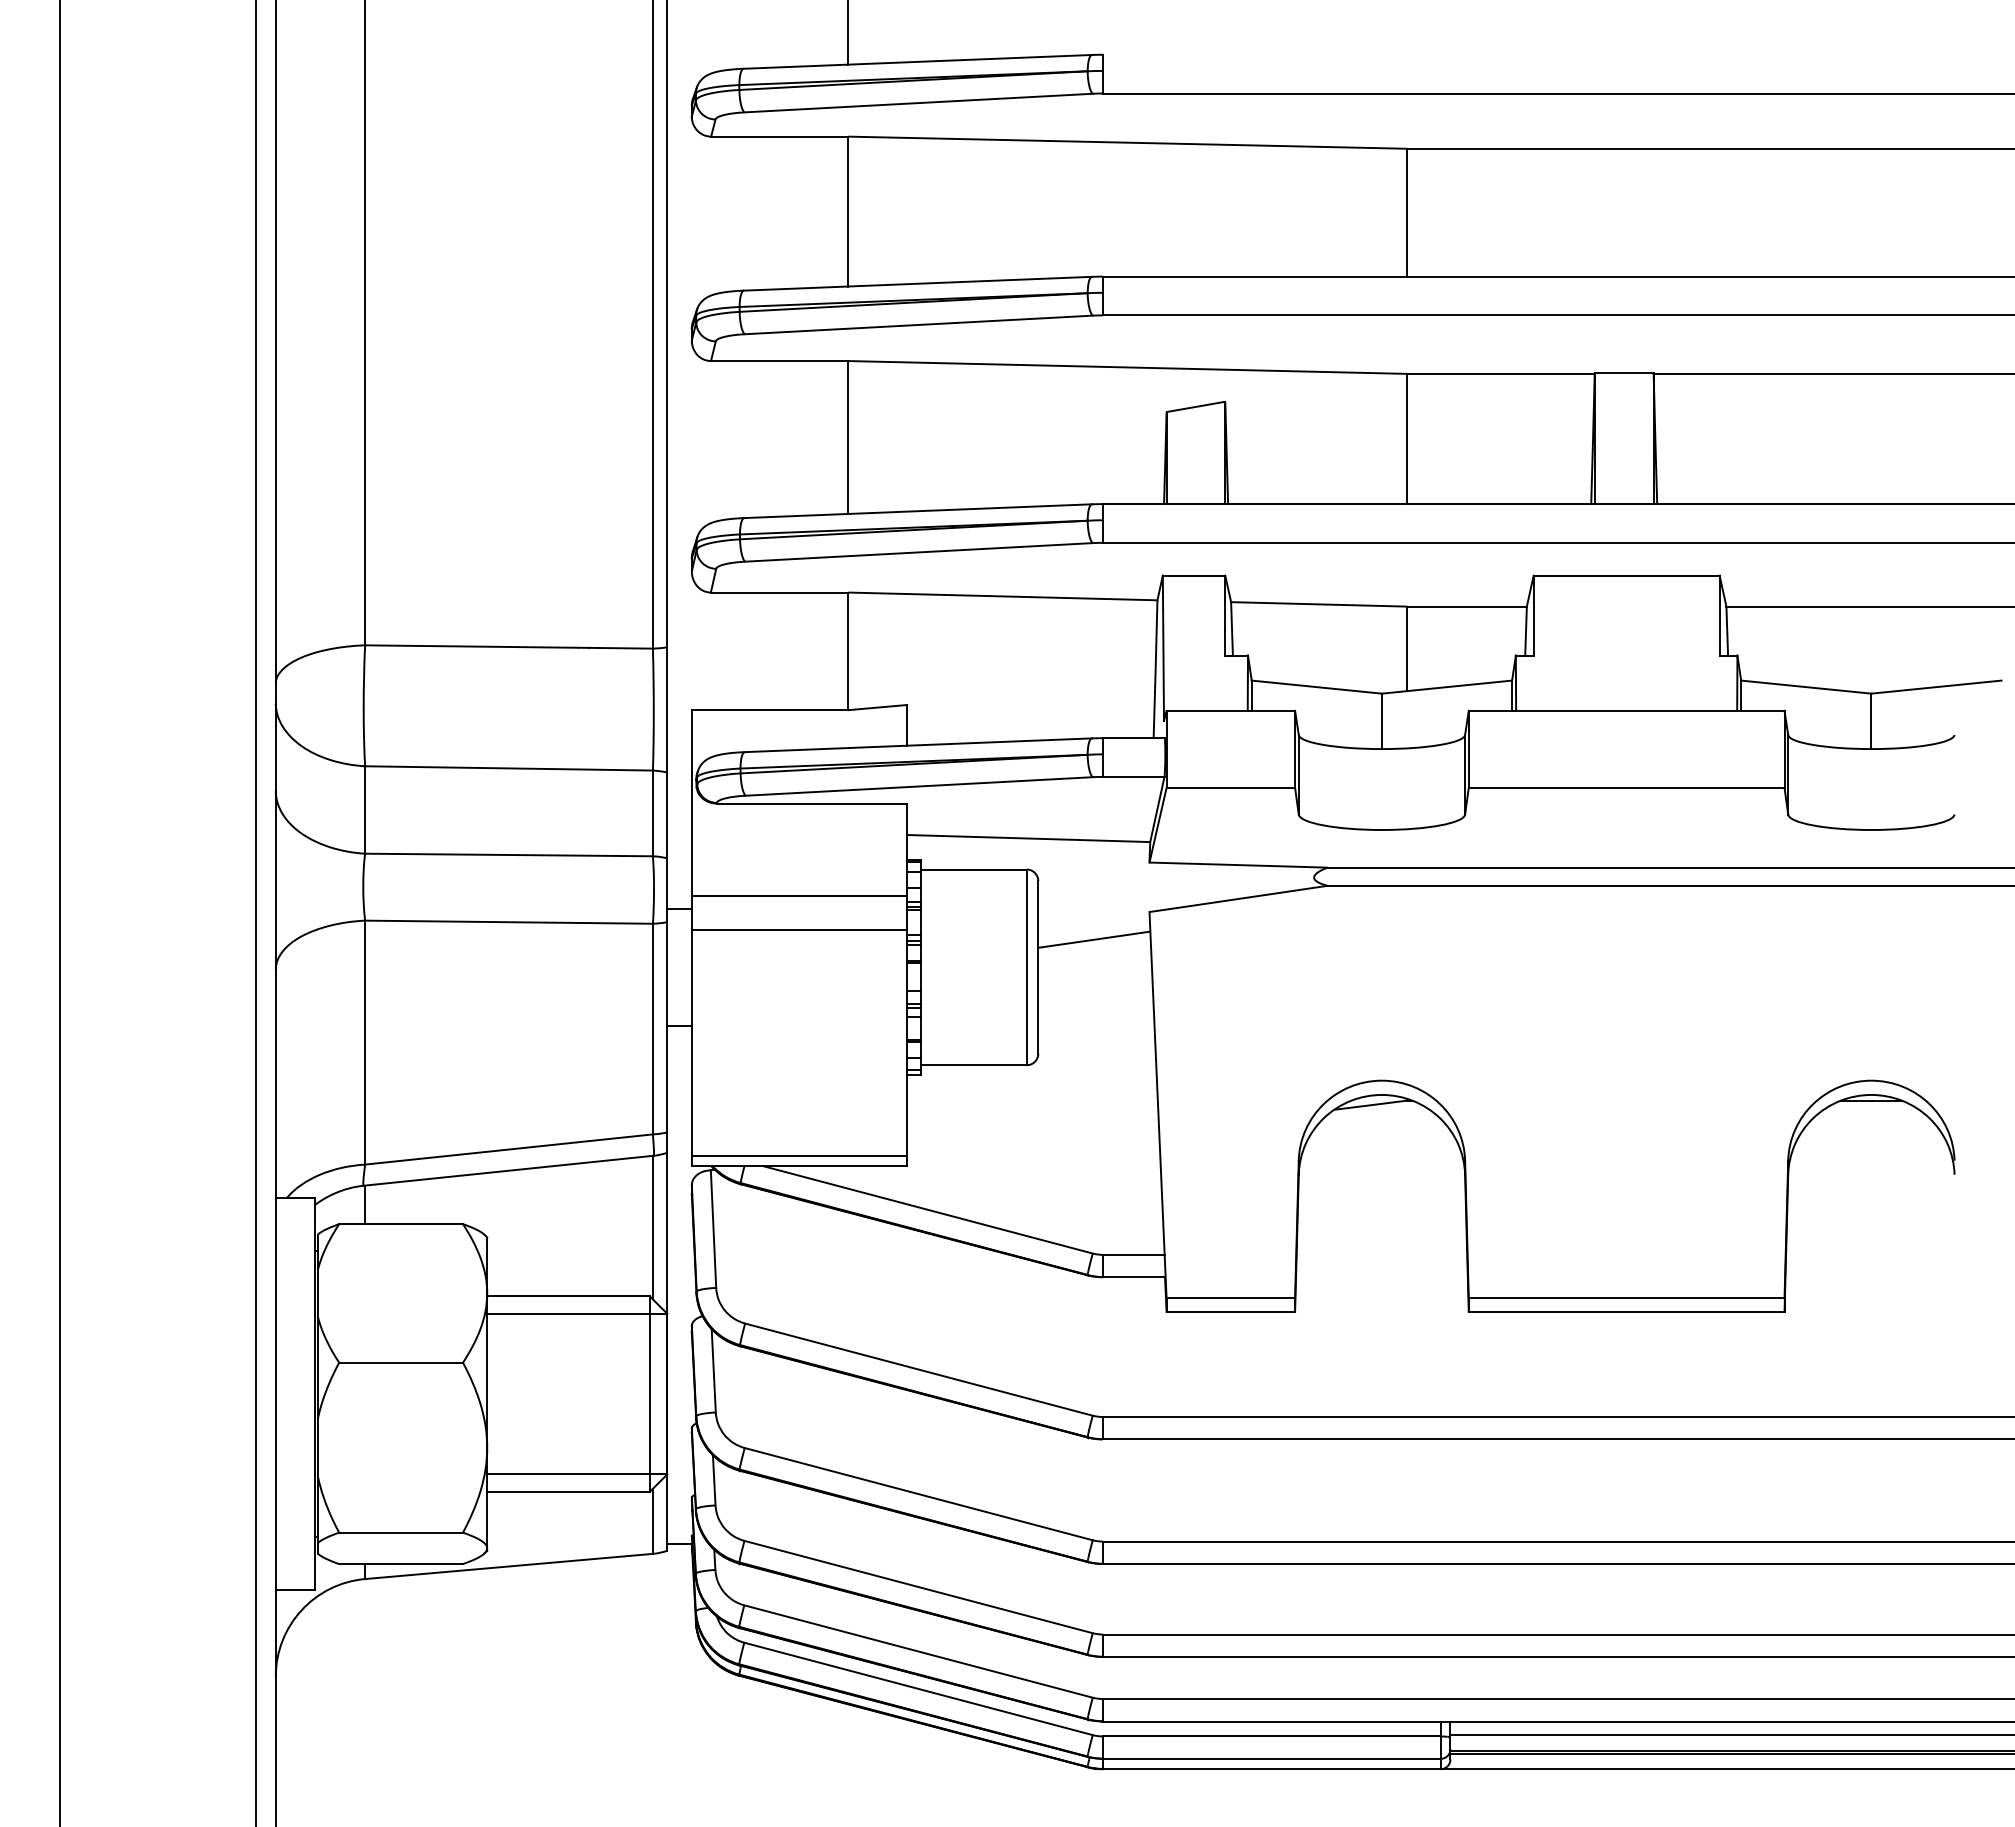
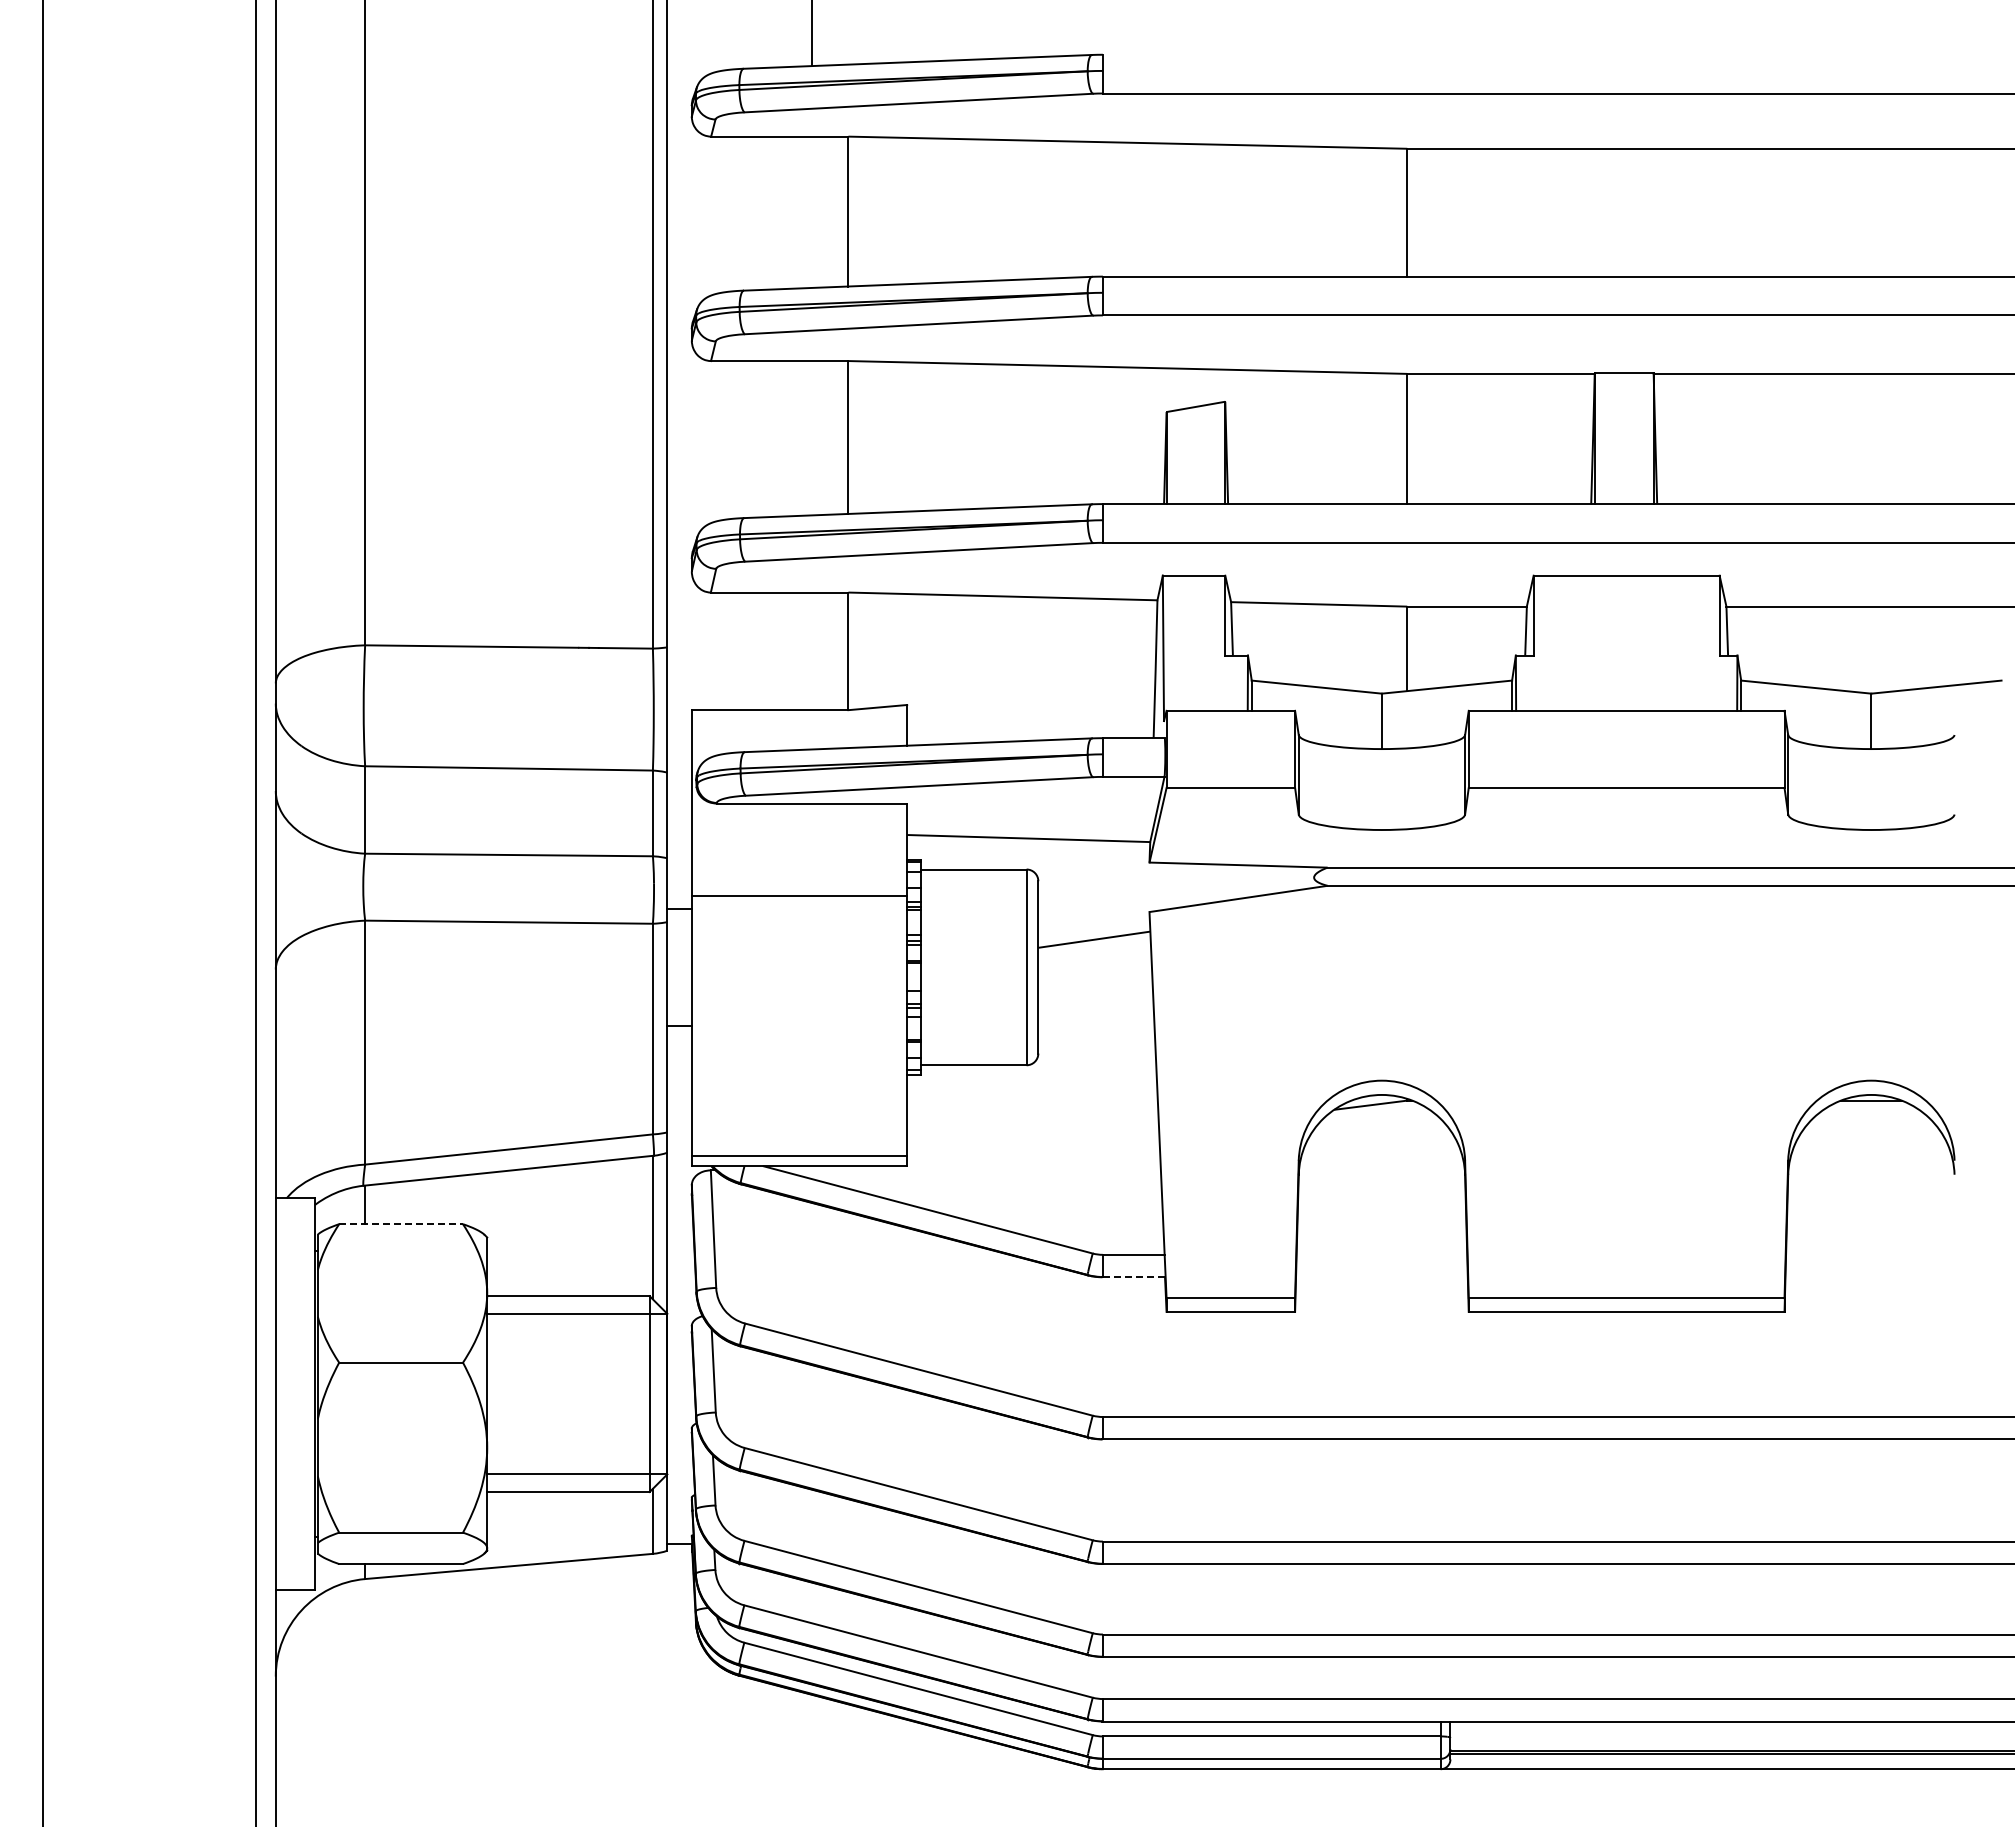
line at (848, 33) position: (848, 33) -> (812, 33)
line at (60, 912) position: (60, 912) -> (43, 912)
line at (799, 930): present -> none
line at (401, 1224): solid -> dashed
line at (1134, 1277): solid -> dashed
line at (1730, 1735): present -> none
